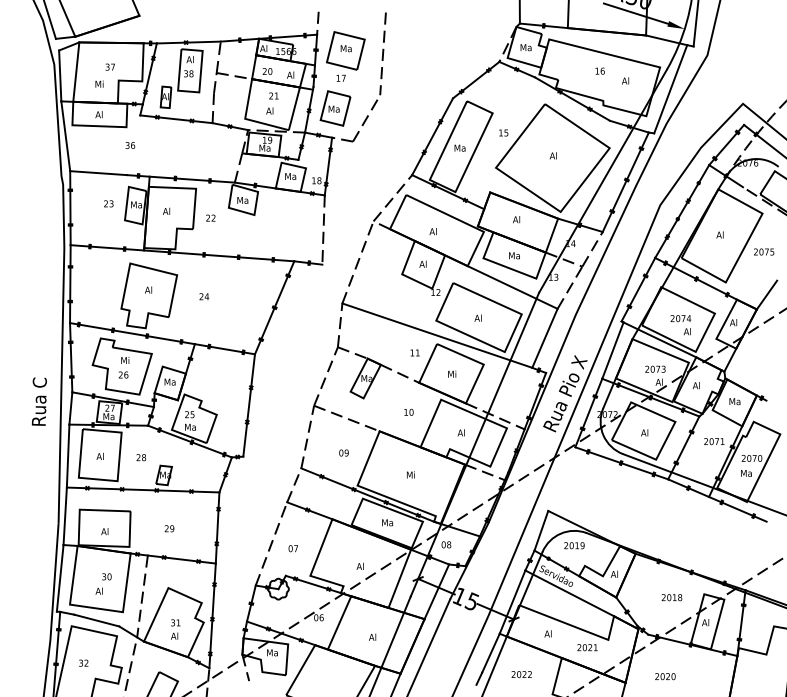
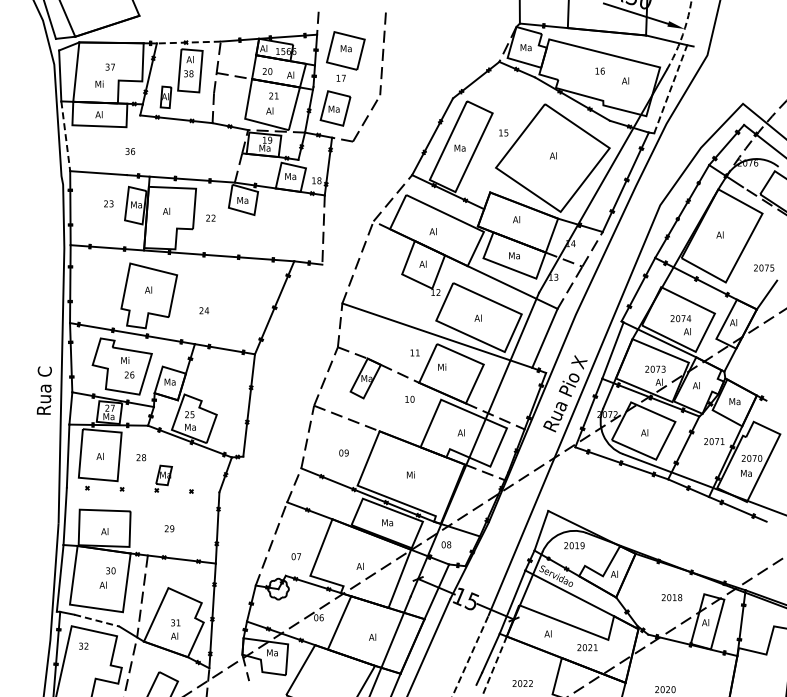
line at (695, 24): present -> none
arc at (682, 36): solid -> dashed
line at (188, 42): solid -> dashed
line at (670, 88): solid -> dashed
line at (65, 136): solid -> dashed
text at (130, 145) position: (130, 145) -> (130, 151)
text at (764, 251) position: (764, 251) -> (764, 267)
text at (204, 296) position: (204, 296) -> (204, 310)
text at (452, 373) position: (452, 373) -> (442, 366)
text at (123, 374) position: (123, 374) -> (129, 374)
text at (38, 401) position: (38, 401) -> (43, 390)
text at (408, 411) position: (408, 411) -> (409, 398)
line at (142, 489): present -> none
text at (292, 548) position: (292, 548) -> (295, 556)
text at (103, 583) position: (103, 583) -> (107, 577)
line at (97, 620): solid -> dashed
line at (470, 656): solid -> dashed
text at (83, 662) position: (83, 662) -> (83, 645)
line at (494, 666): solid -> dashed
text at (521, 674) position: (521, 674) -> (522, 683)
text at (665, 676) position: (665, 676) -> (665, 689)
